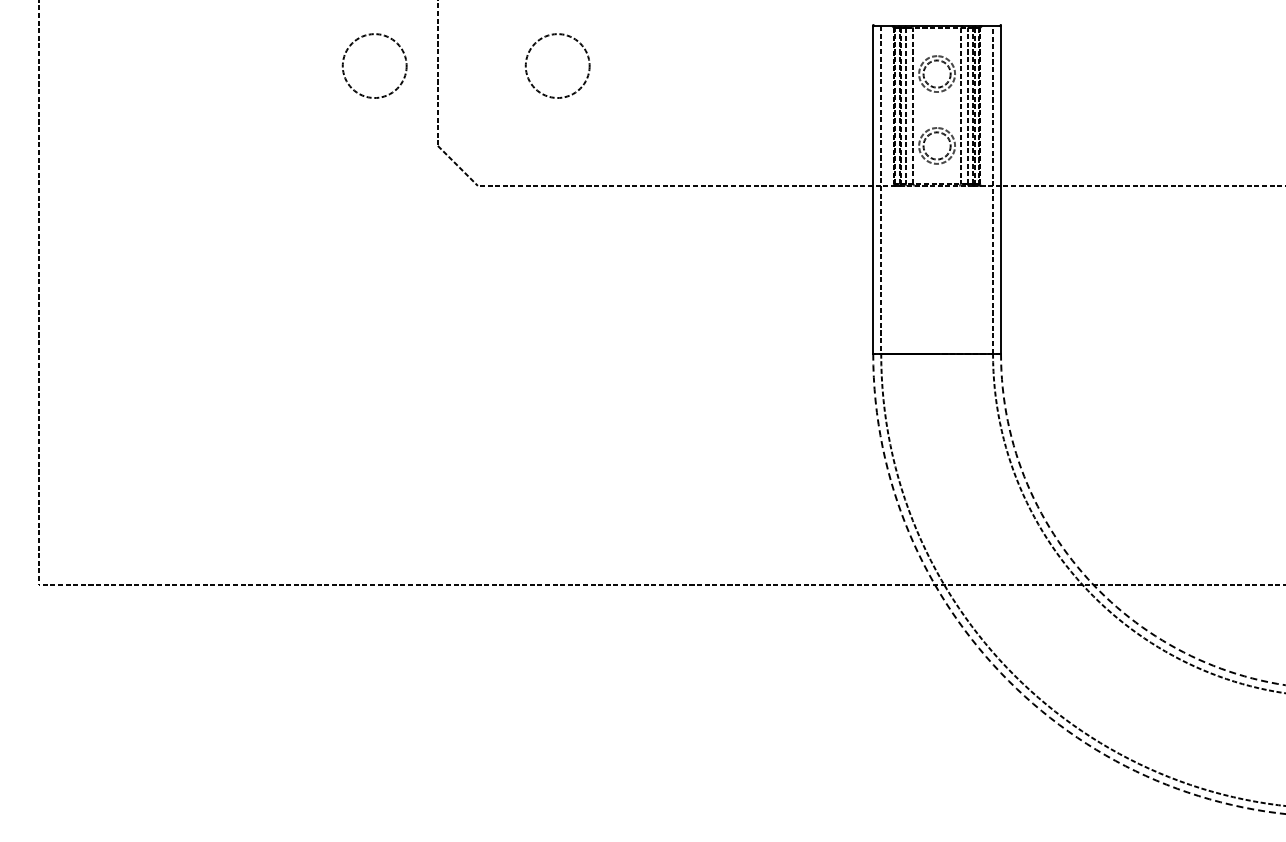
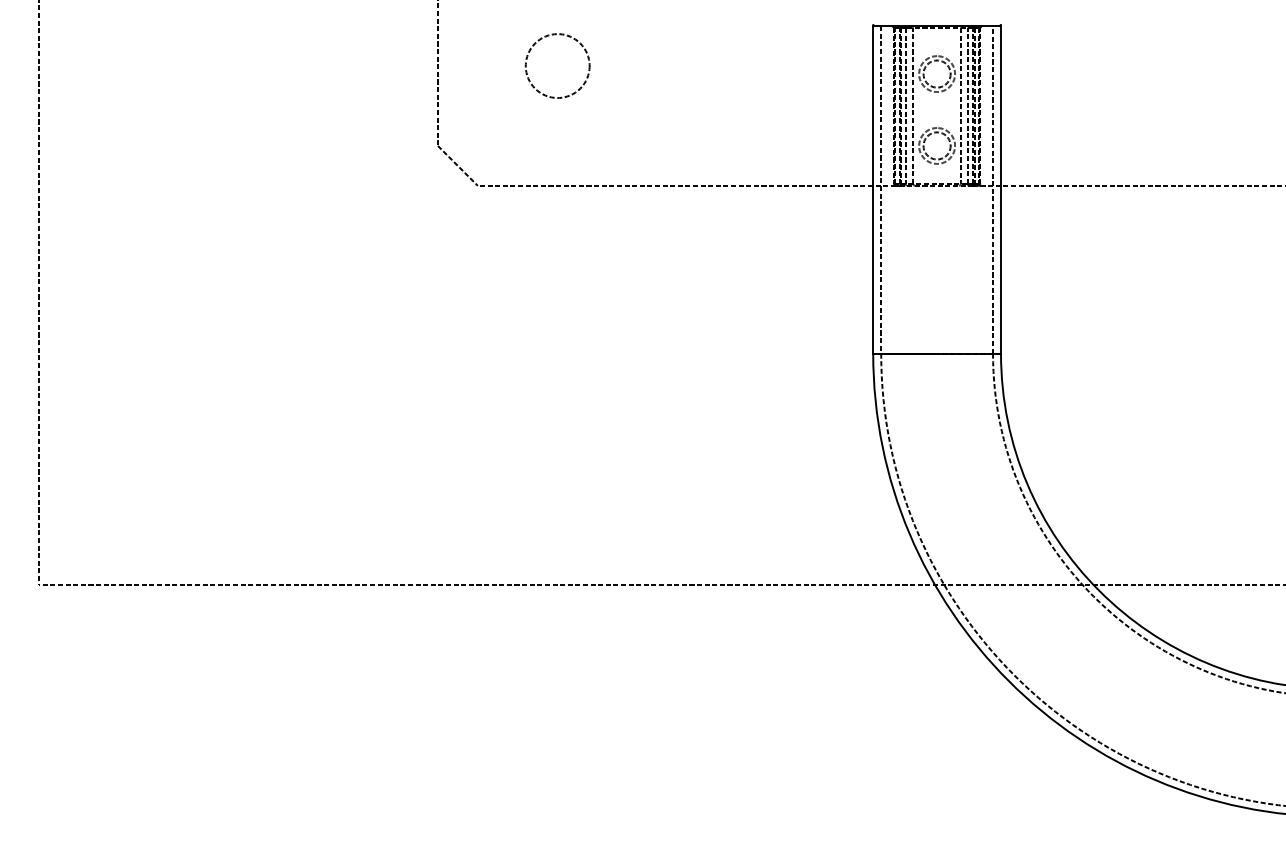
circle at (374, 65): present -> none
arc at (1082, 572): dashed -> solid
arc at (992, 663): dashed -> solid
